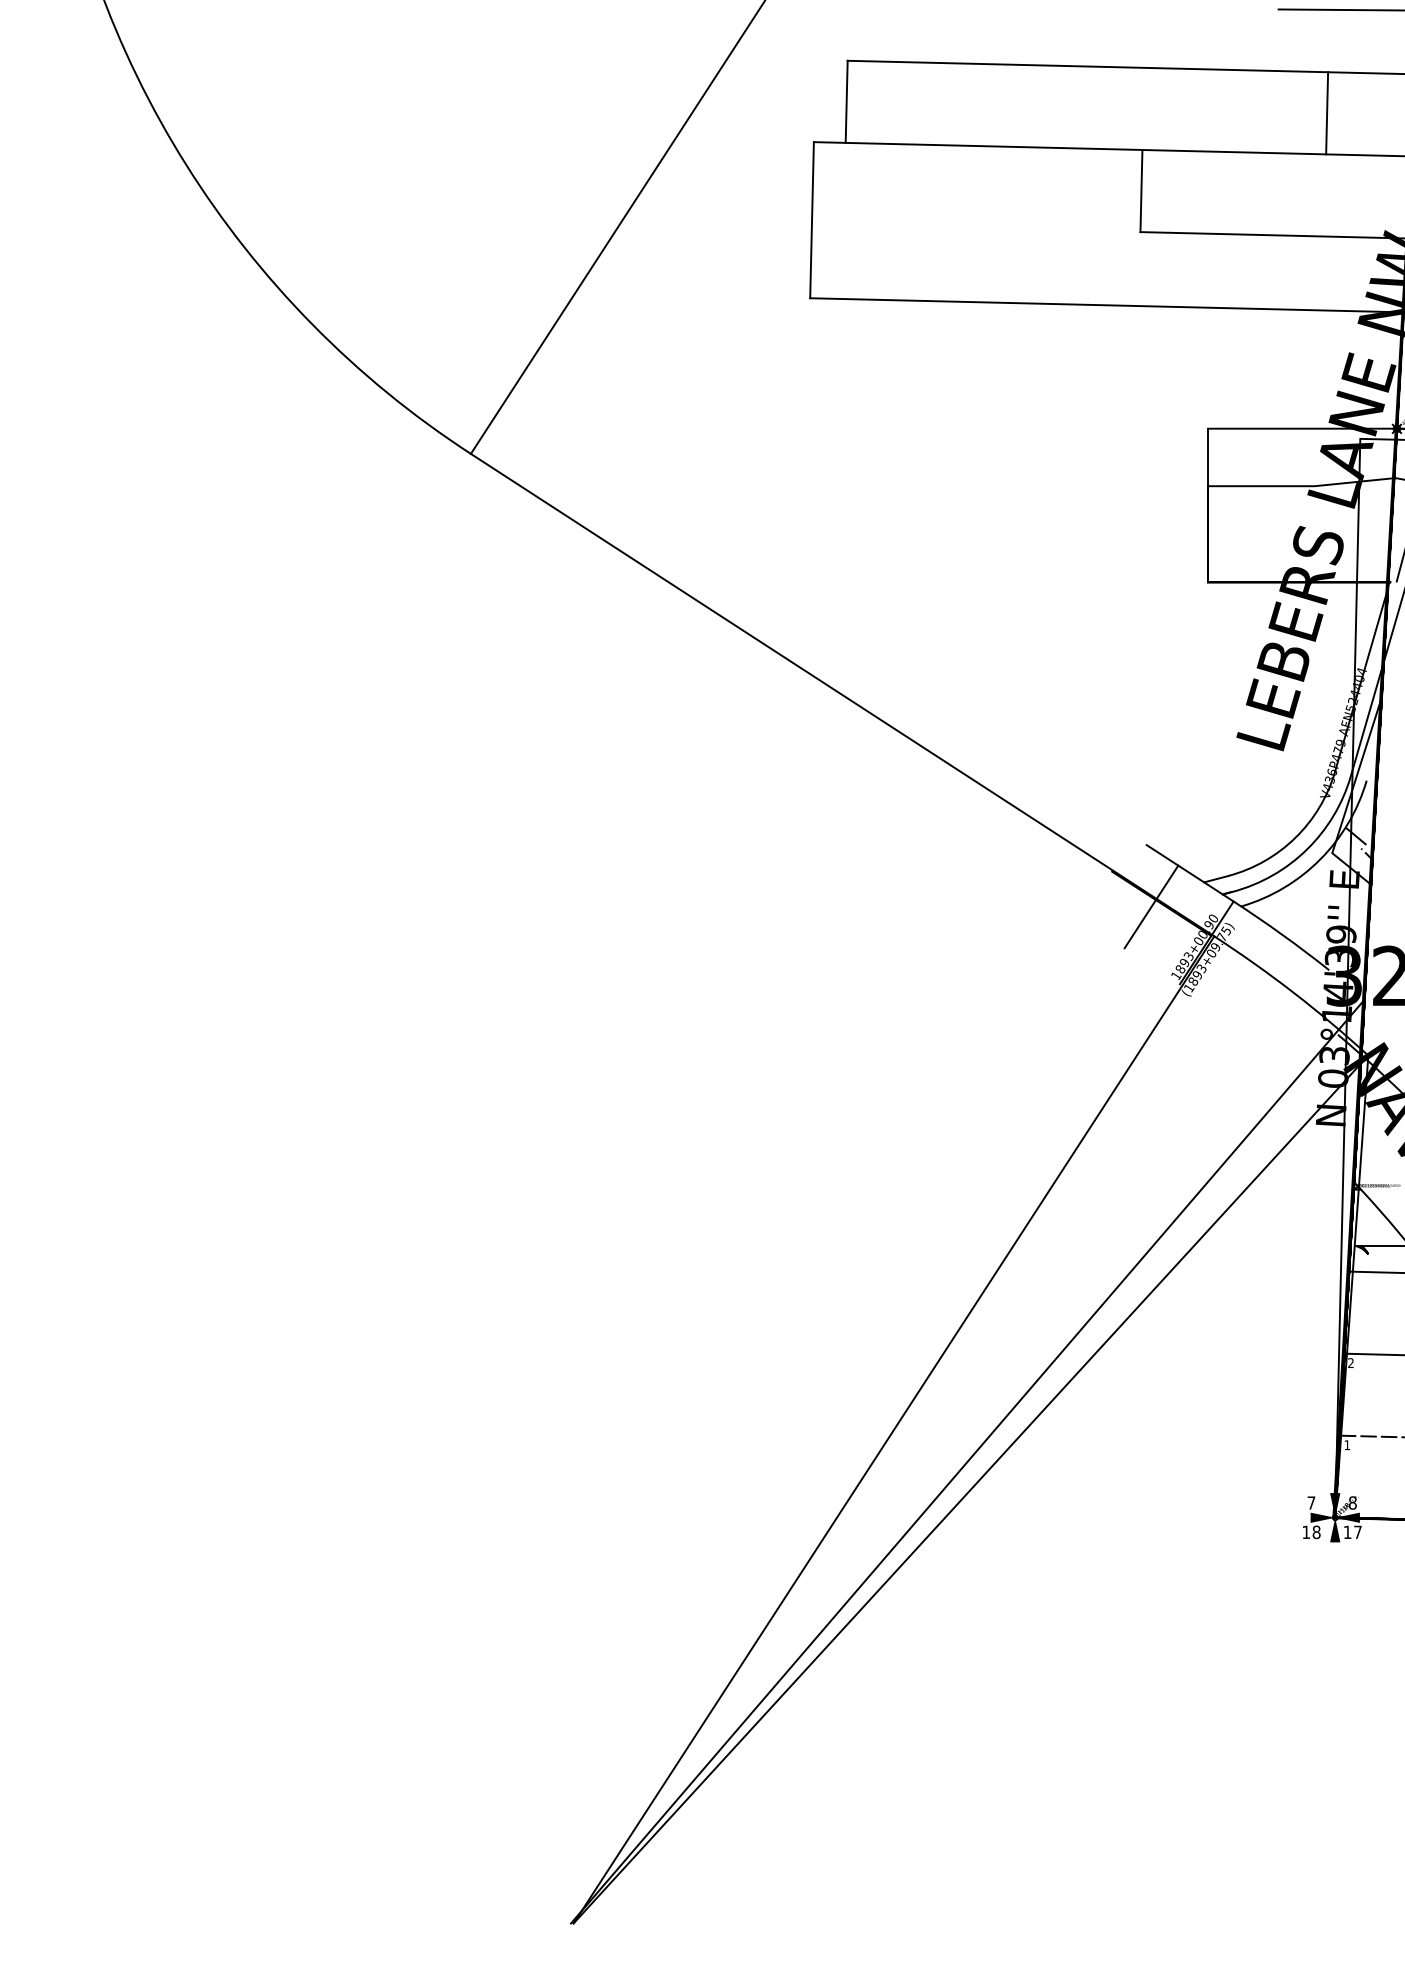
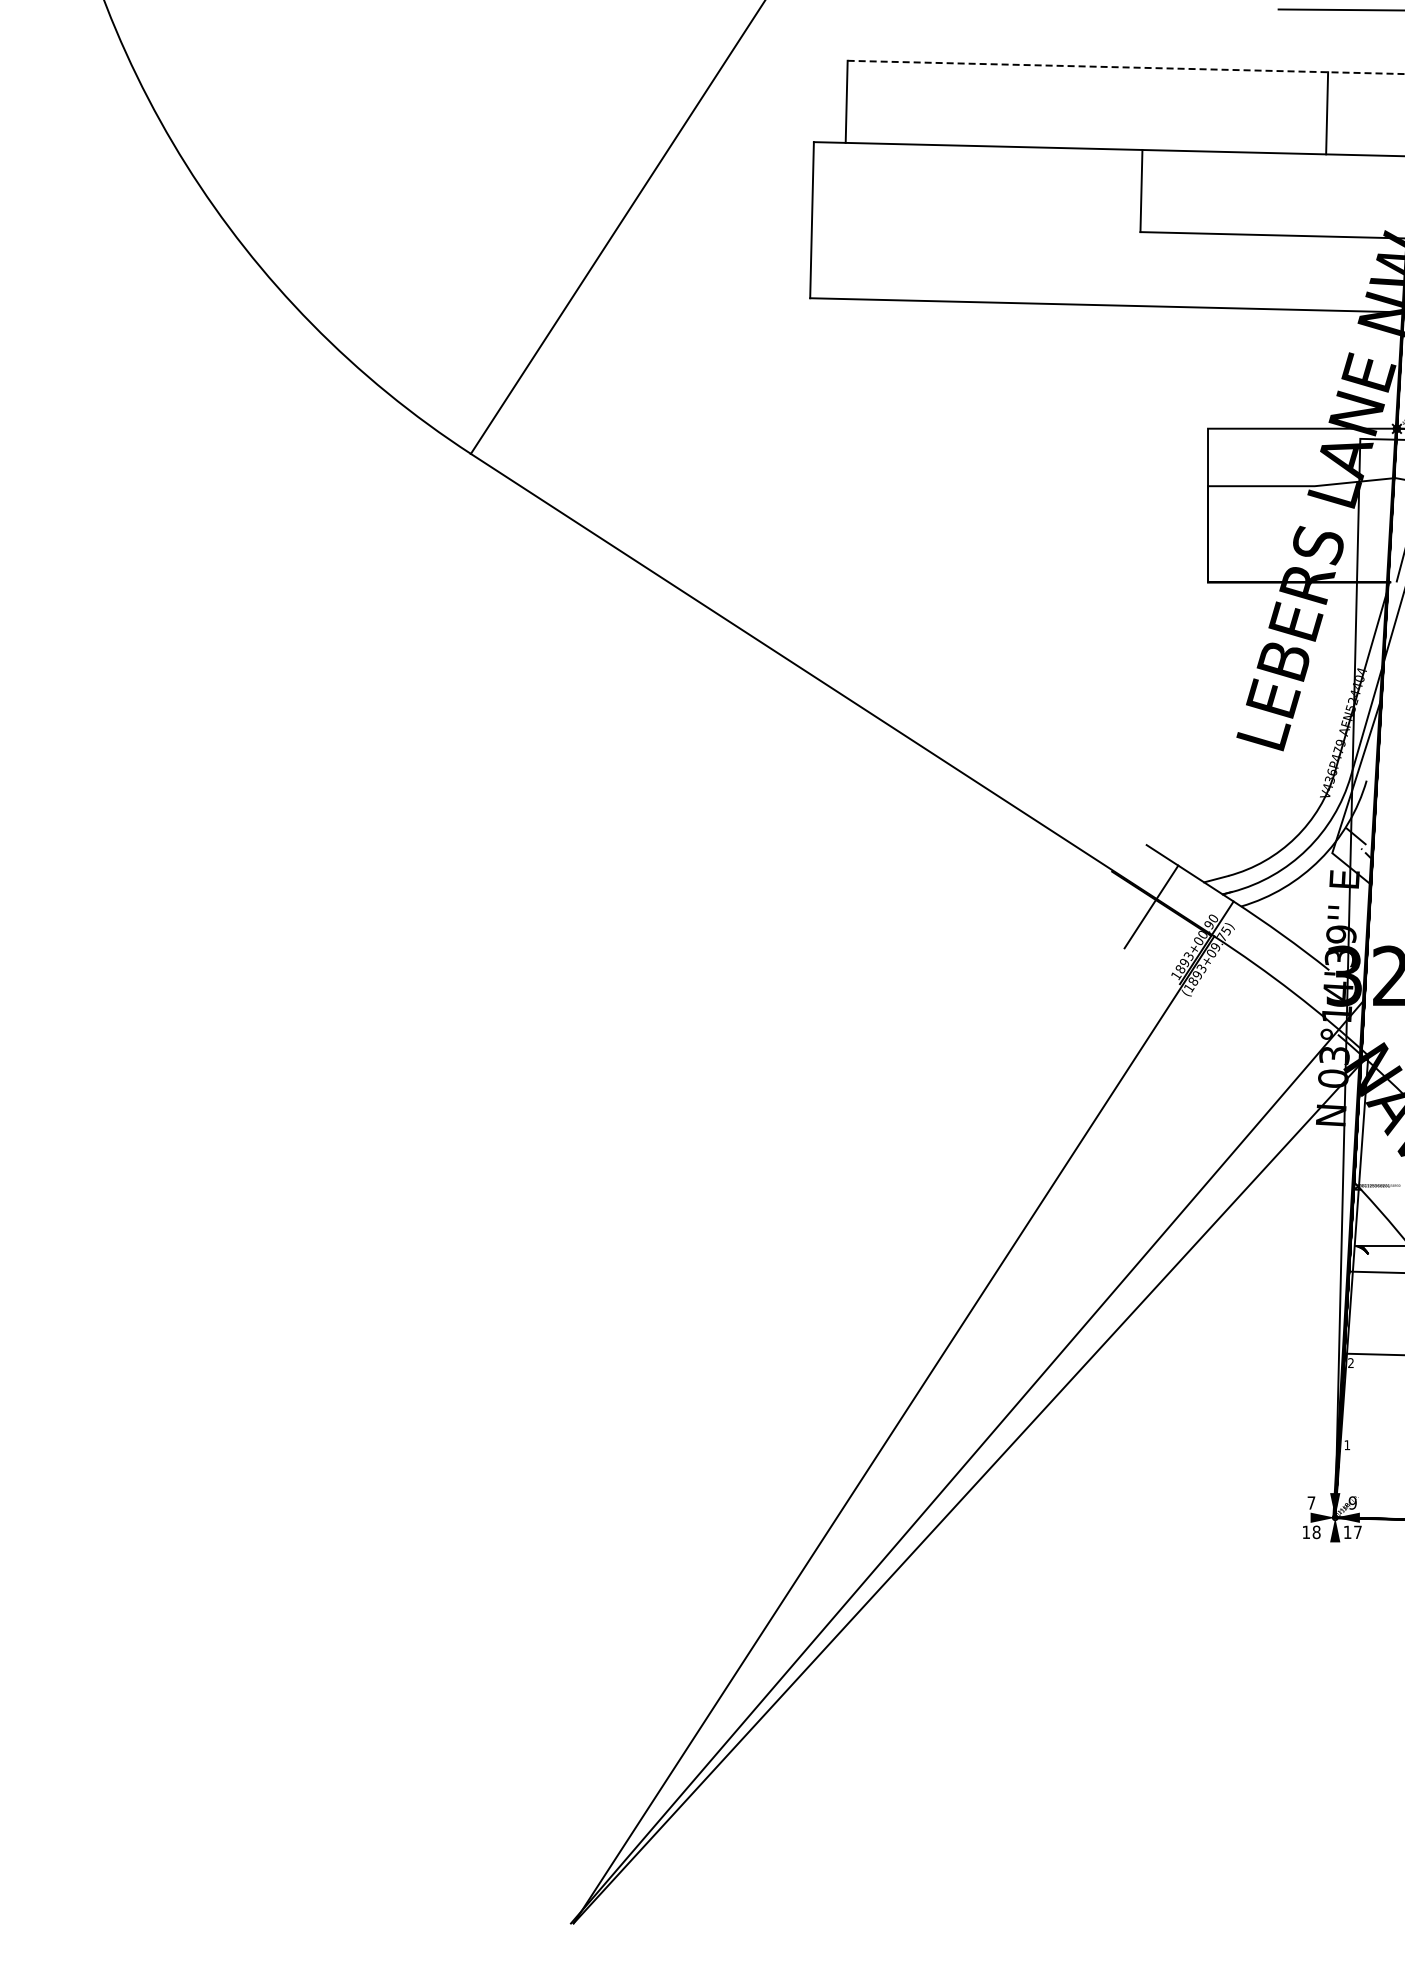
line at (1126, 67): solid -> dashed
line at (1370, 1436): present -> none
text at (1352, 1502): 8 -> 9
